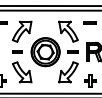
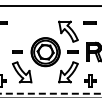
line at (50, 10): present -> none
part at (21, 31): present -> none
line at (50, 93): solid -> dashed
